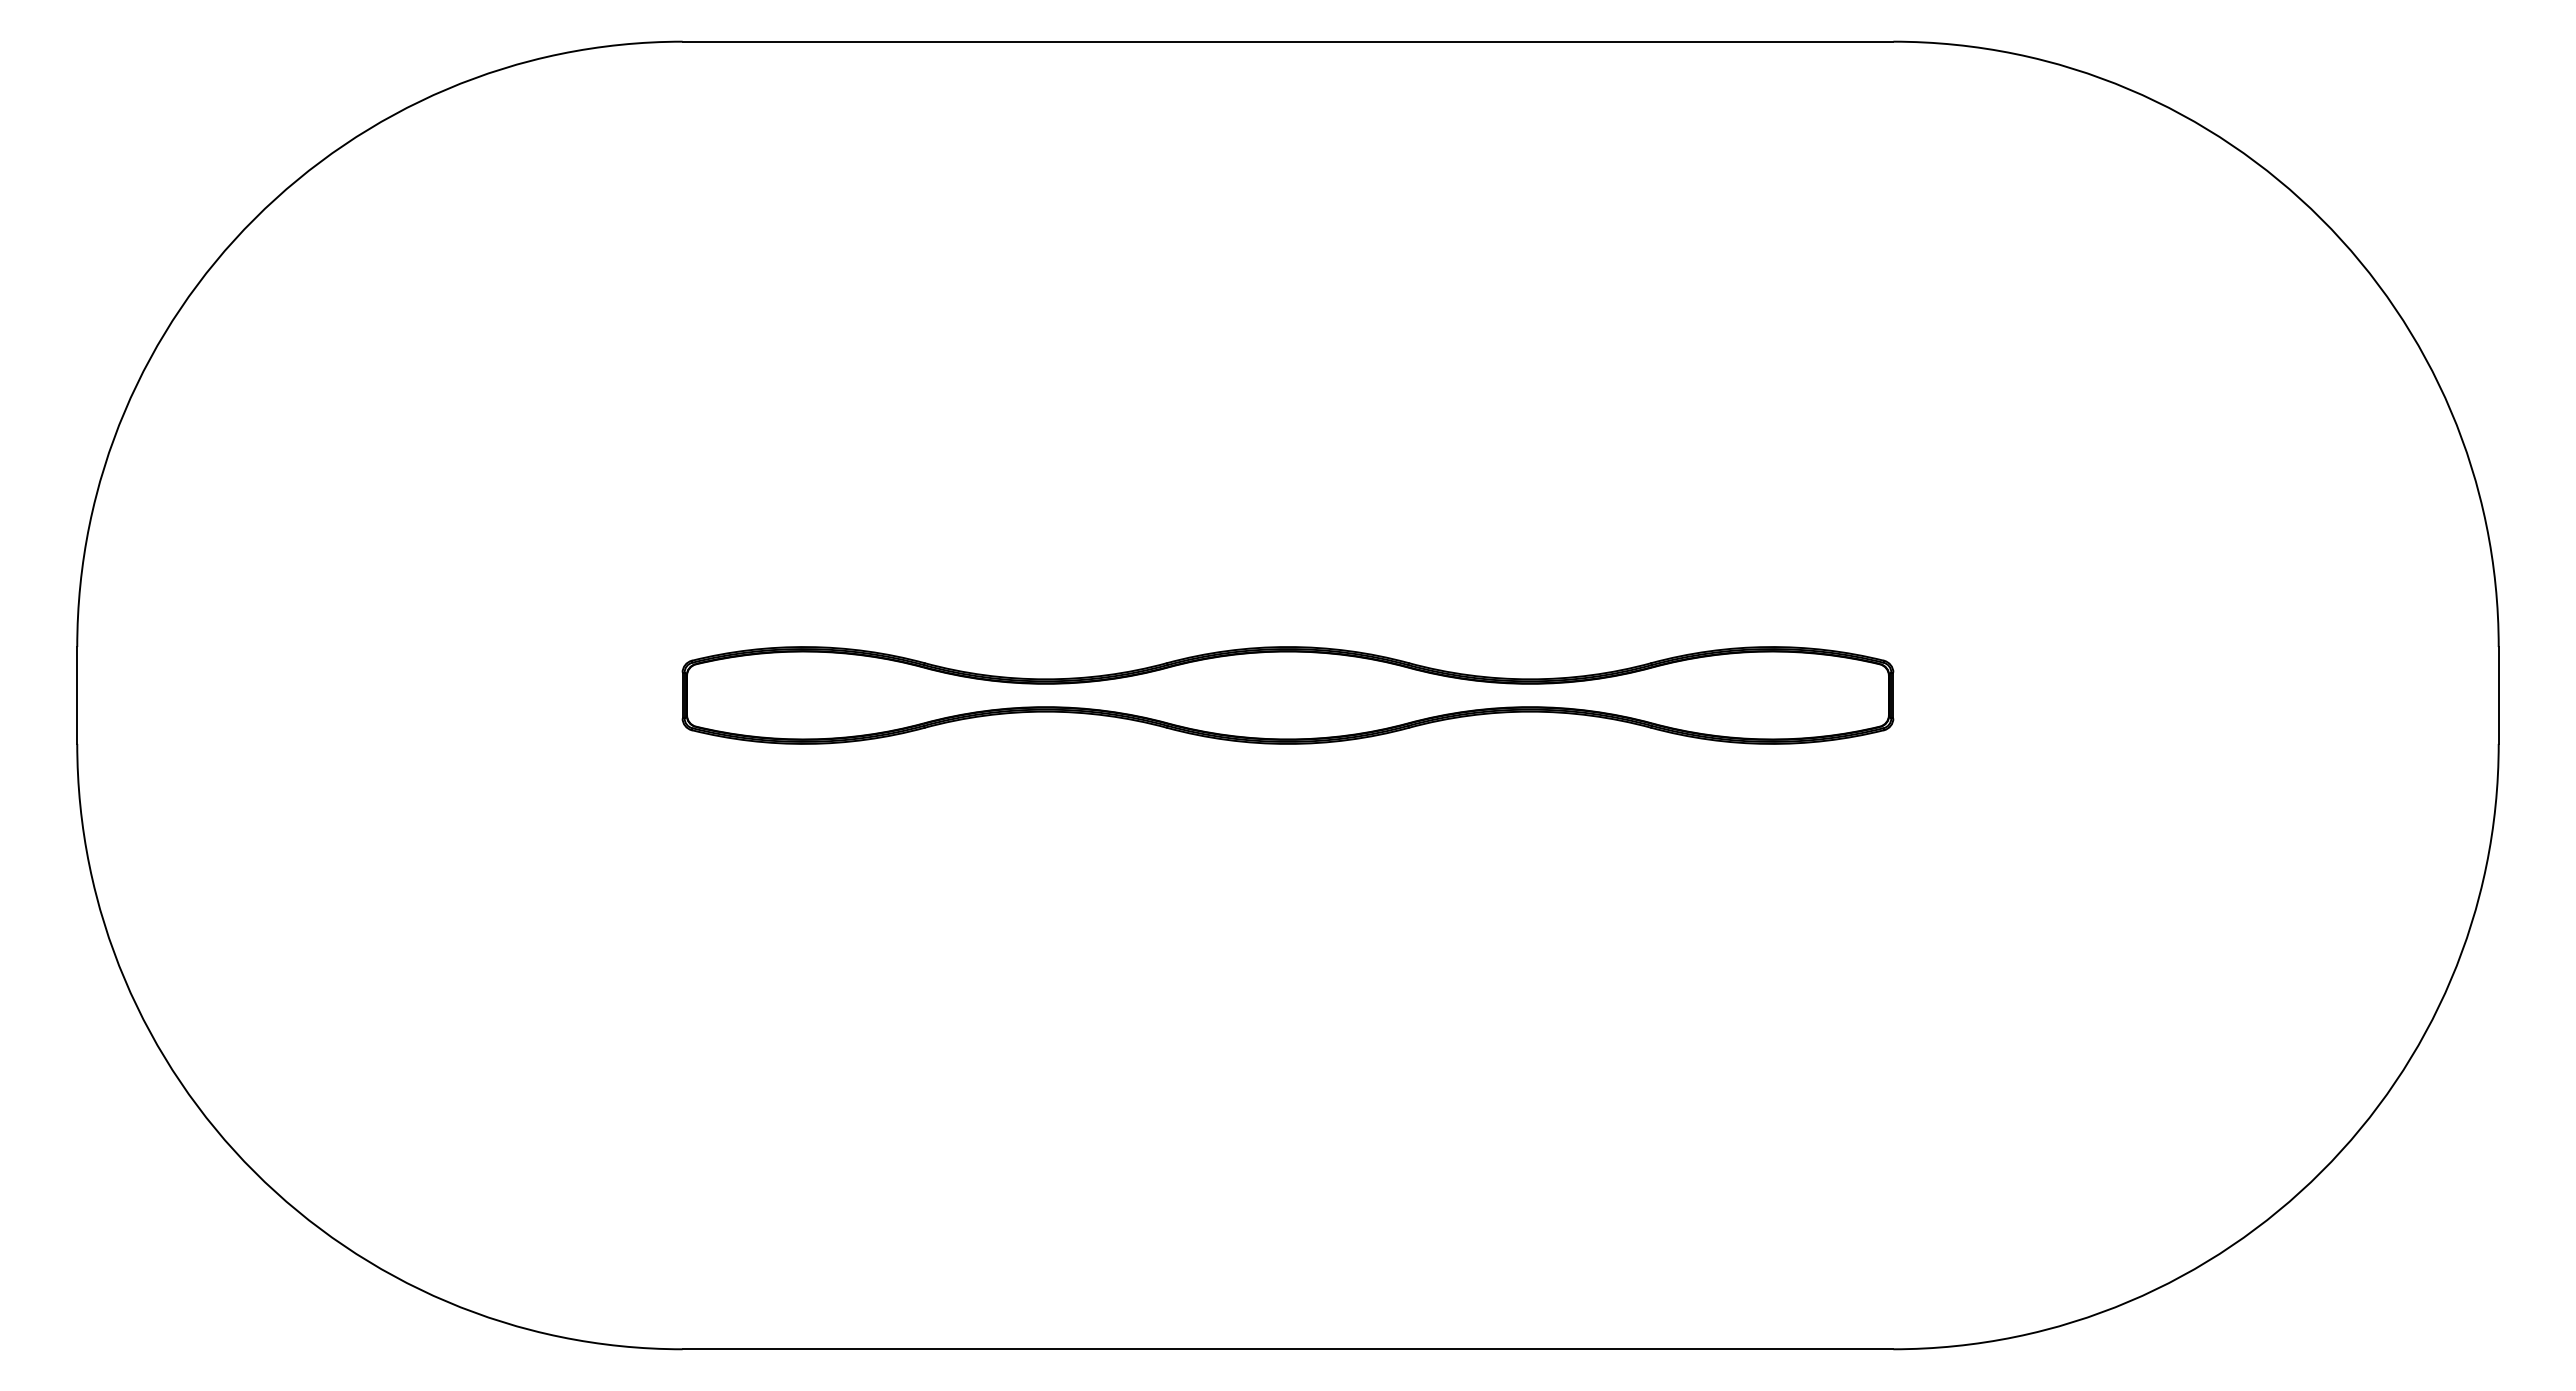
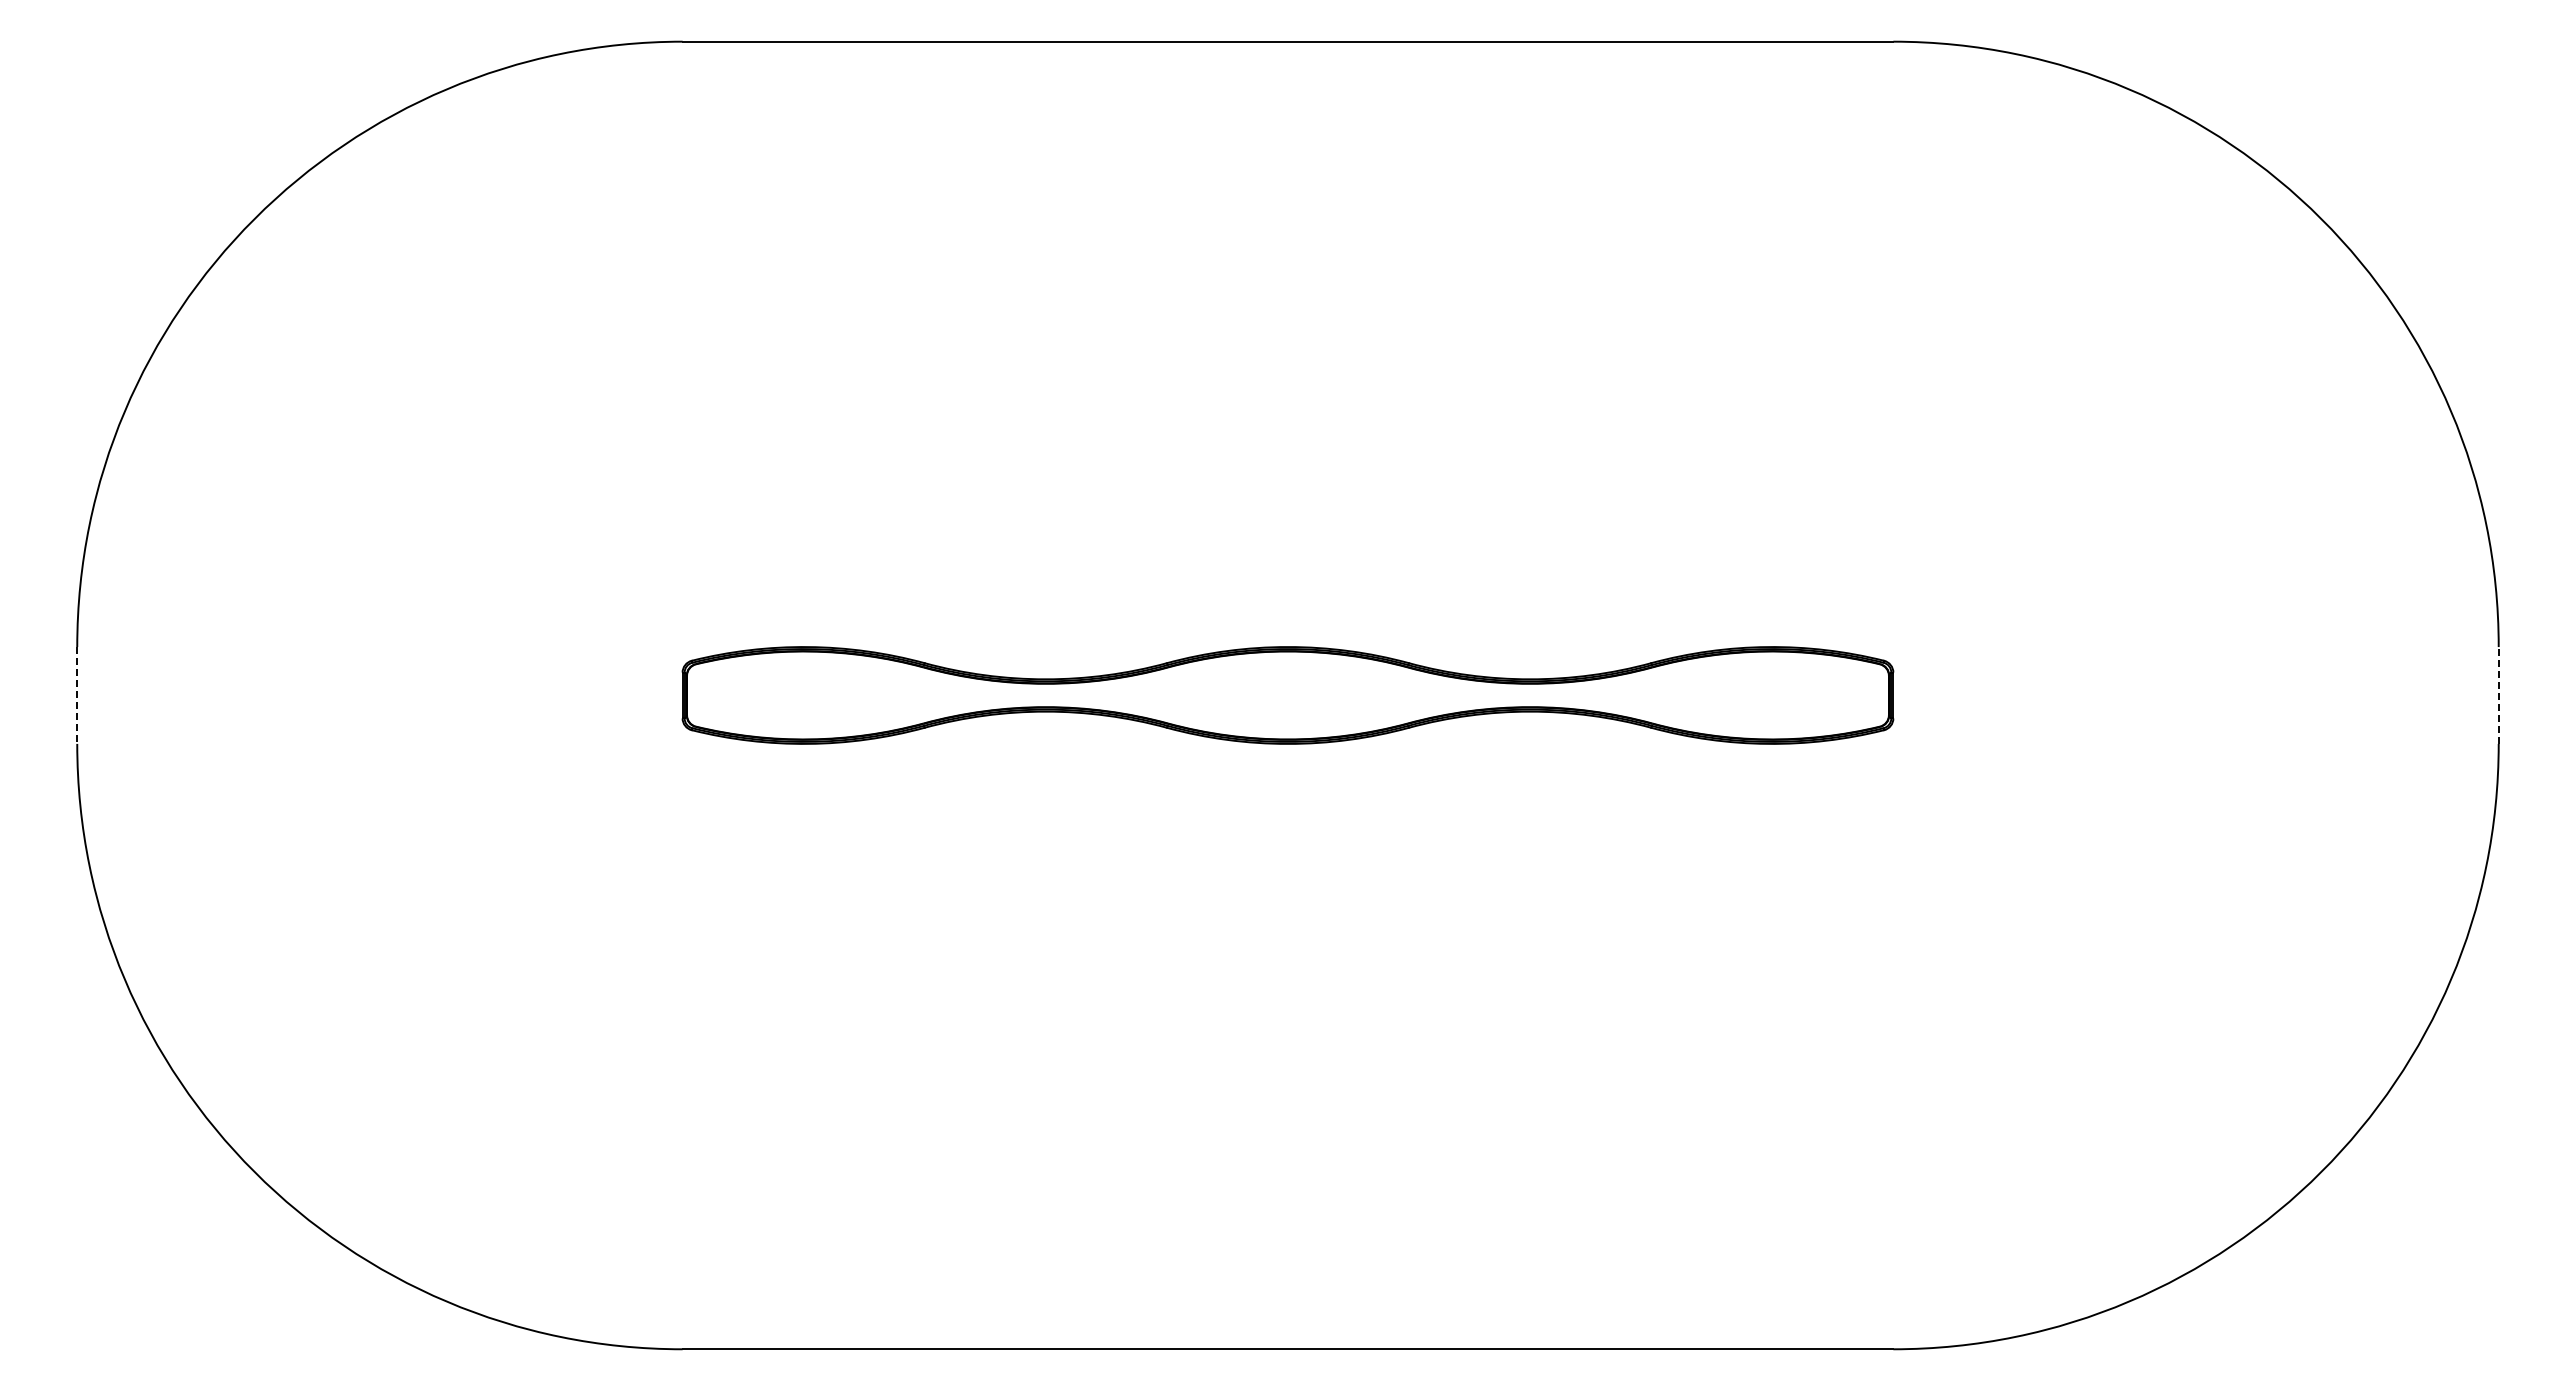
line at (2498, 694): solid -> dashed
line at (77, 695): solid -> dashed
